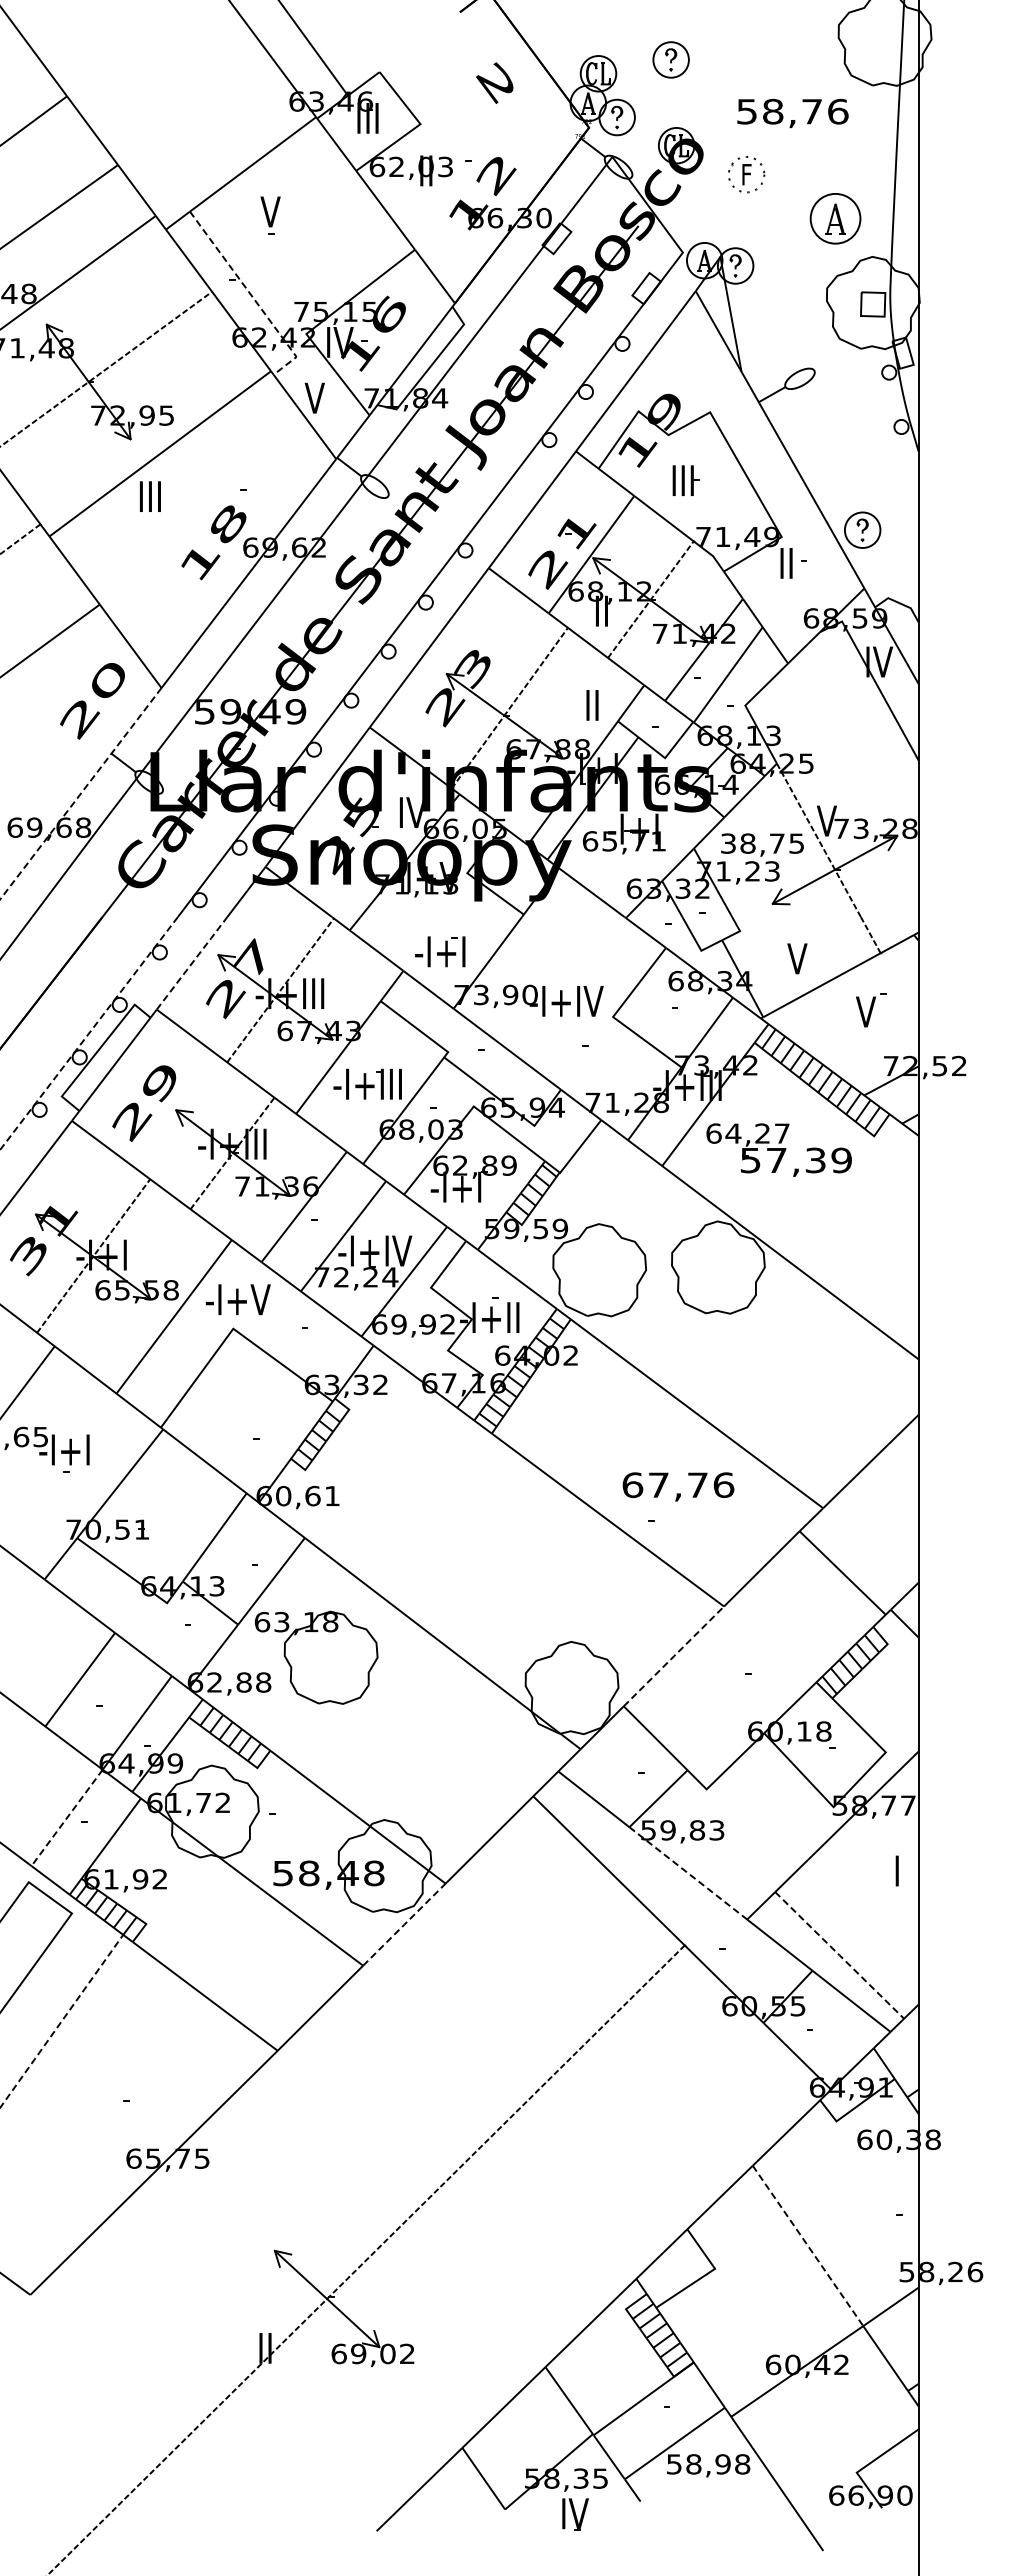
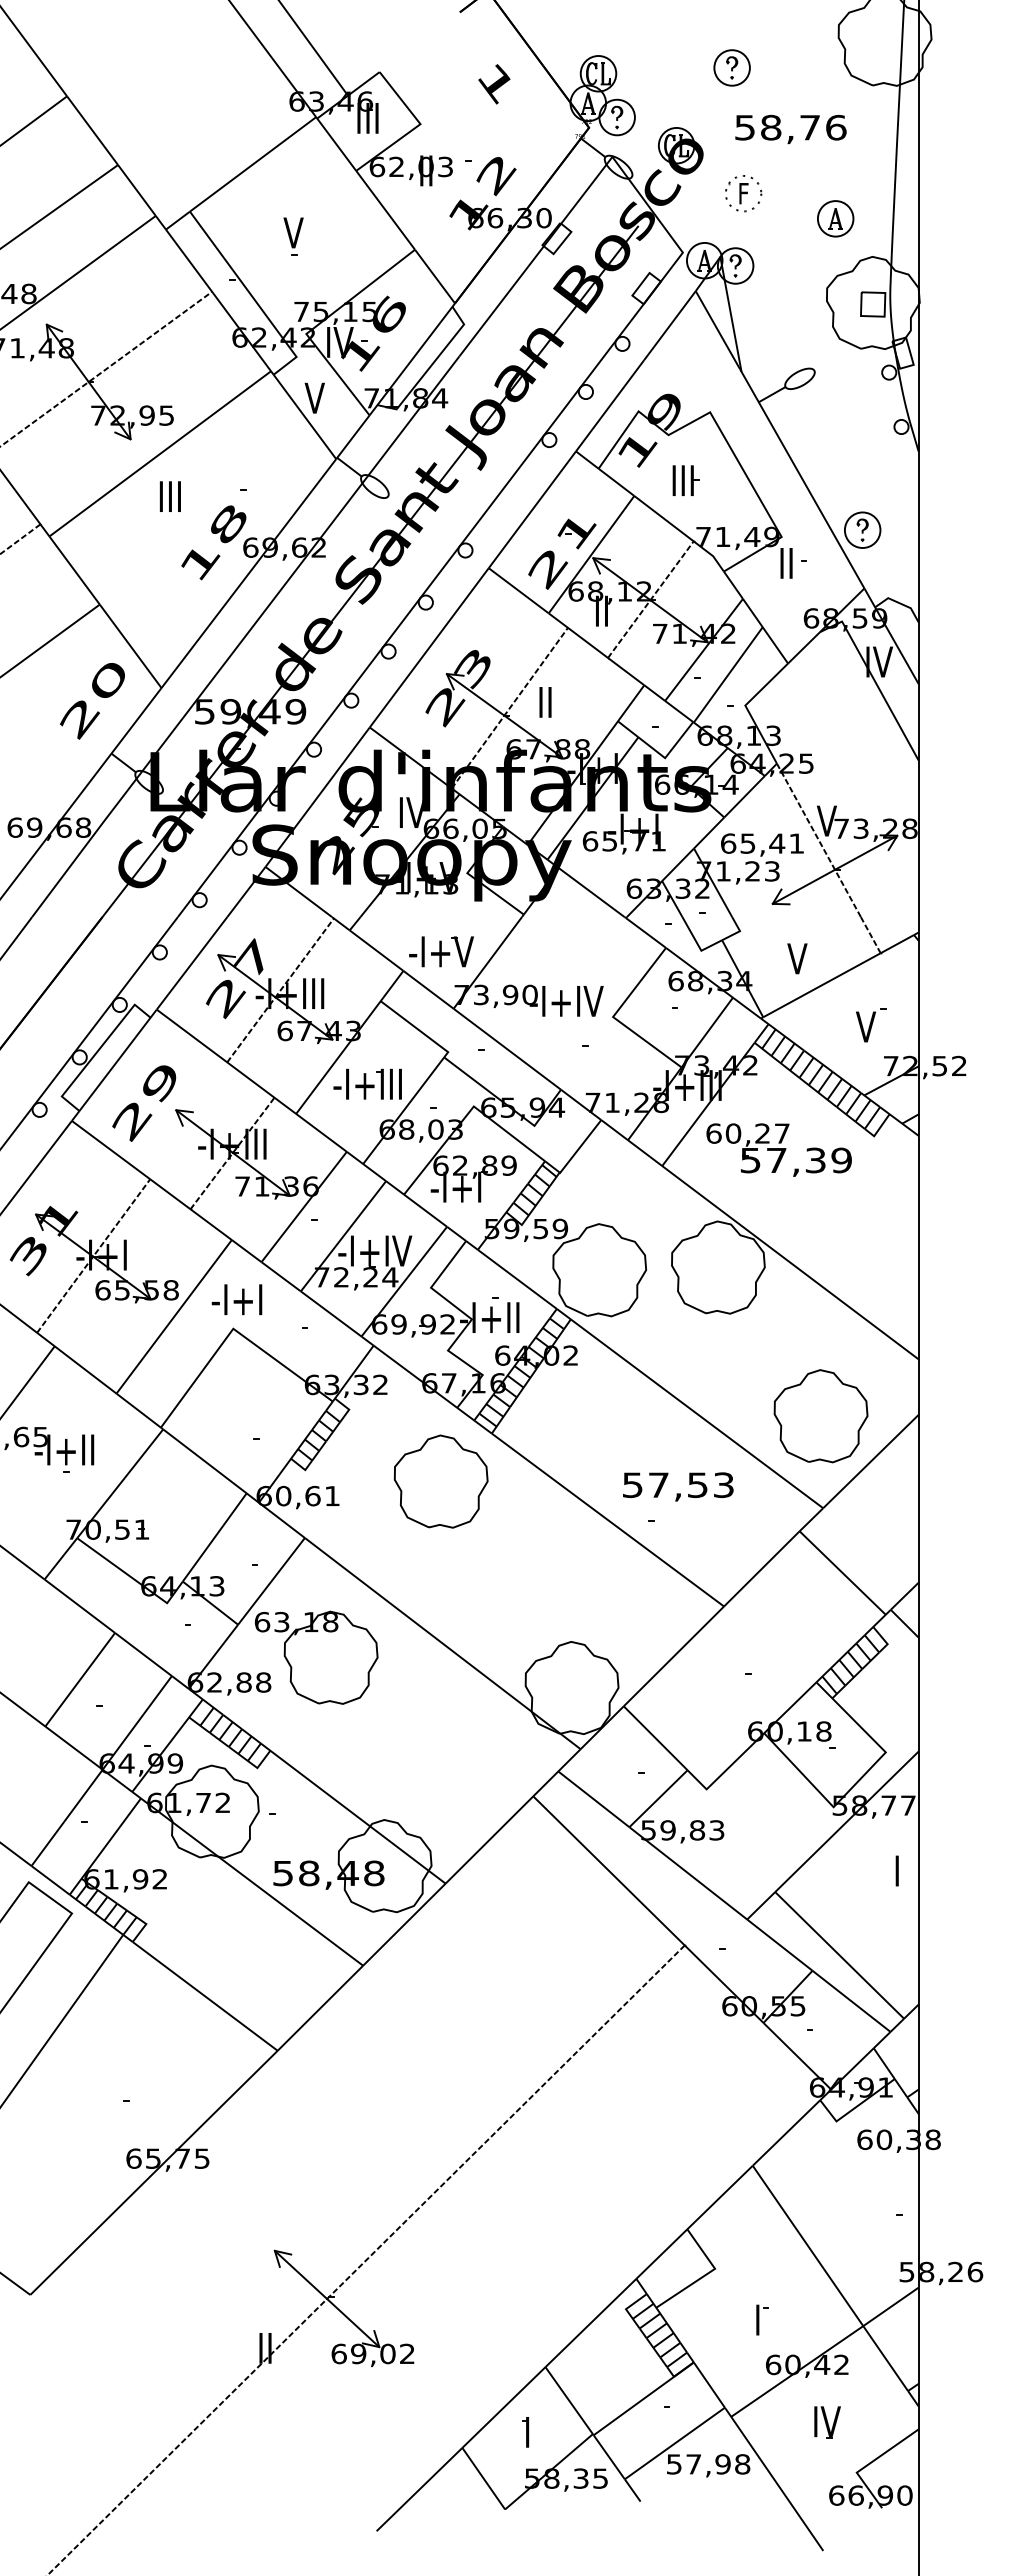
part at (670, 59) position: (670, 59) -> (731, 67)
text at (494, 83): 2 -> 1
text at (792, 113) position: (792, 113) -> (790, 129)
part at (746, 174) position: (746, 174) -> (743, 193)
part at (270, 215) position: (270, 215) -> (293, 236)
part at (835, 218) size: 53x52 px -> 38x38 px
line at (252, 296): dashed -> solid
text at (149, 496) position: (149, 496) -> (169, 496)
text at (592, 705) position: (592, 705) -> (545, 702)
line at (80, 794): dashed -> solid
text at (762, 843): 38,75 -> 65,41
text at (441, 951): -I+I -> -I+V
line at (192, 962): dashed -> solid
part at (871, 1010) position: (871, 1010) -> (871, 1025)
line at (89, 1033): dashed -> solid
text at (733, 1133): 64,27 -> 60,27
text at (237, 1299): -I+V -> -I+I
part at (820, 1416): none -> present
text at (64, 1449): -I+I -> -I+II
part at (440, 1481): none -> present
text at (678, 1485): 67,76 -> 57,53
line at (673, 1656): dashed -> solid
line at (67, 1817): dashed -> solid
line at (689, 1874): dashed -> solid
line at (404, 1924): dashed -> solid
line at (839, 1955): dashed -> solid
line at (61, 2021): dashed -> solid
line at (808, 2245): dashed -> solid
part at (762, 2319): none -> present
part at (525, 2432): none -> present
text at (693, 2464): 58,98 -> 57,98
part at (575, 2514) position: (575, 2514) -> (827, 2422)
